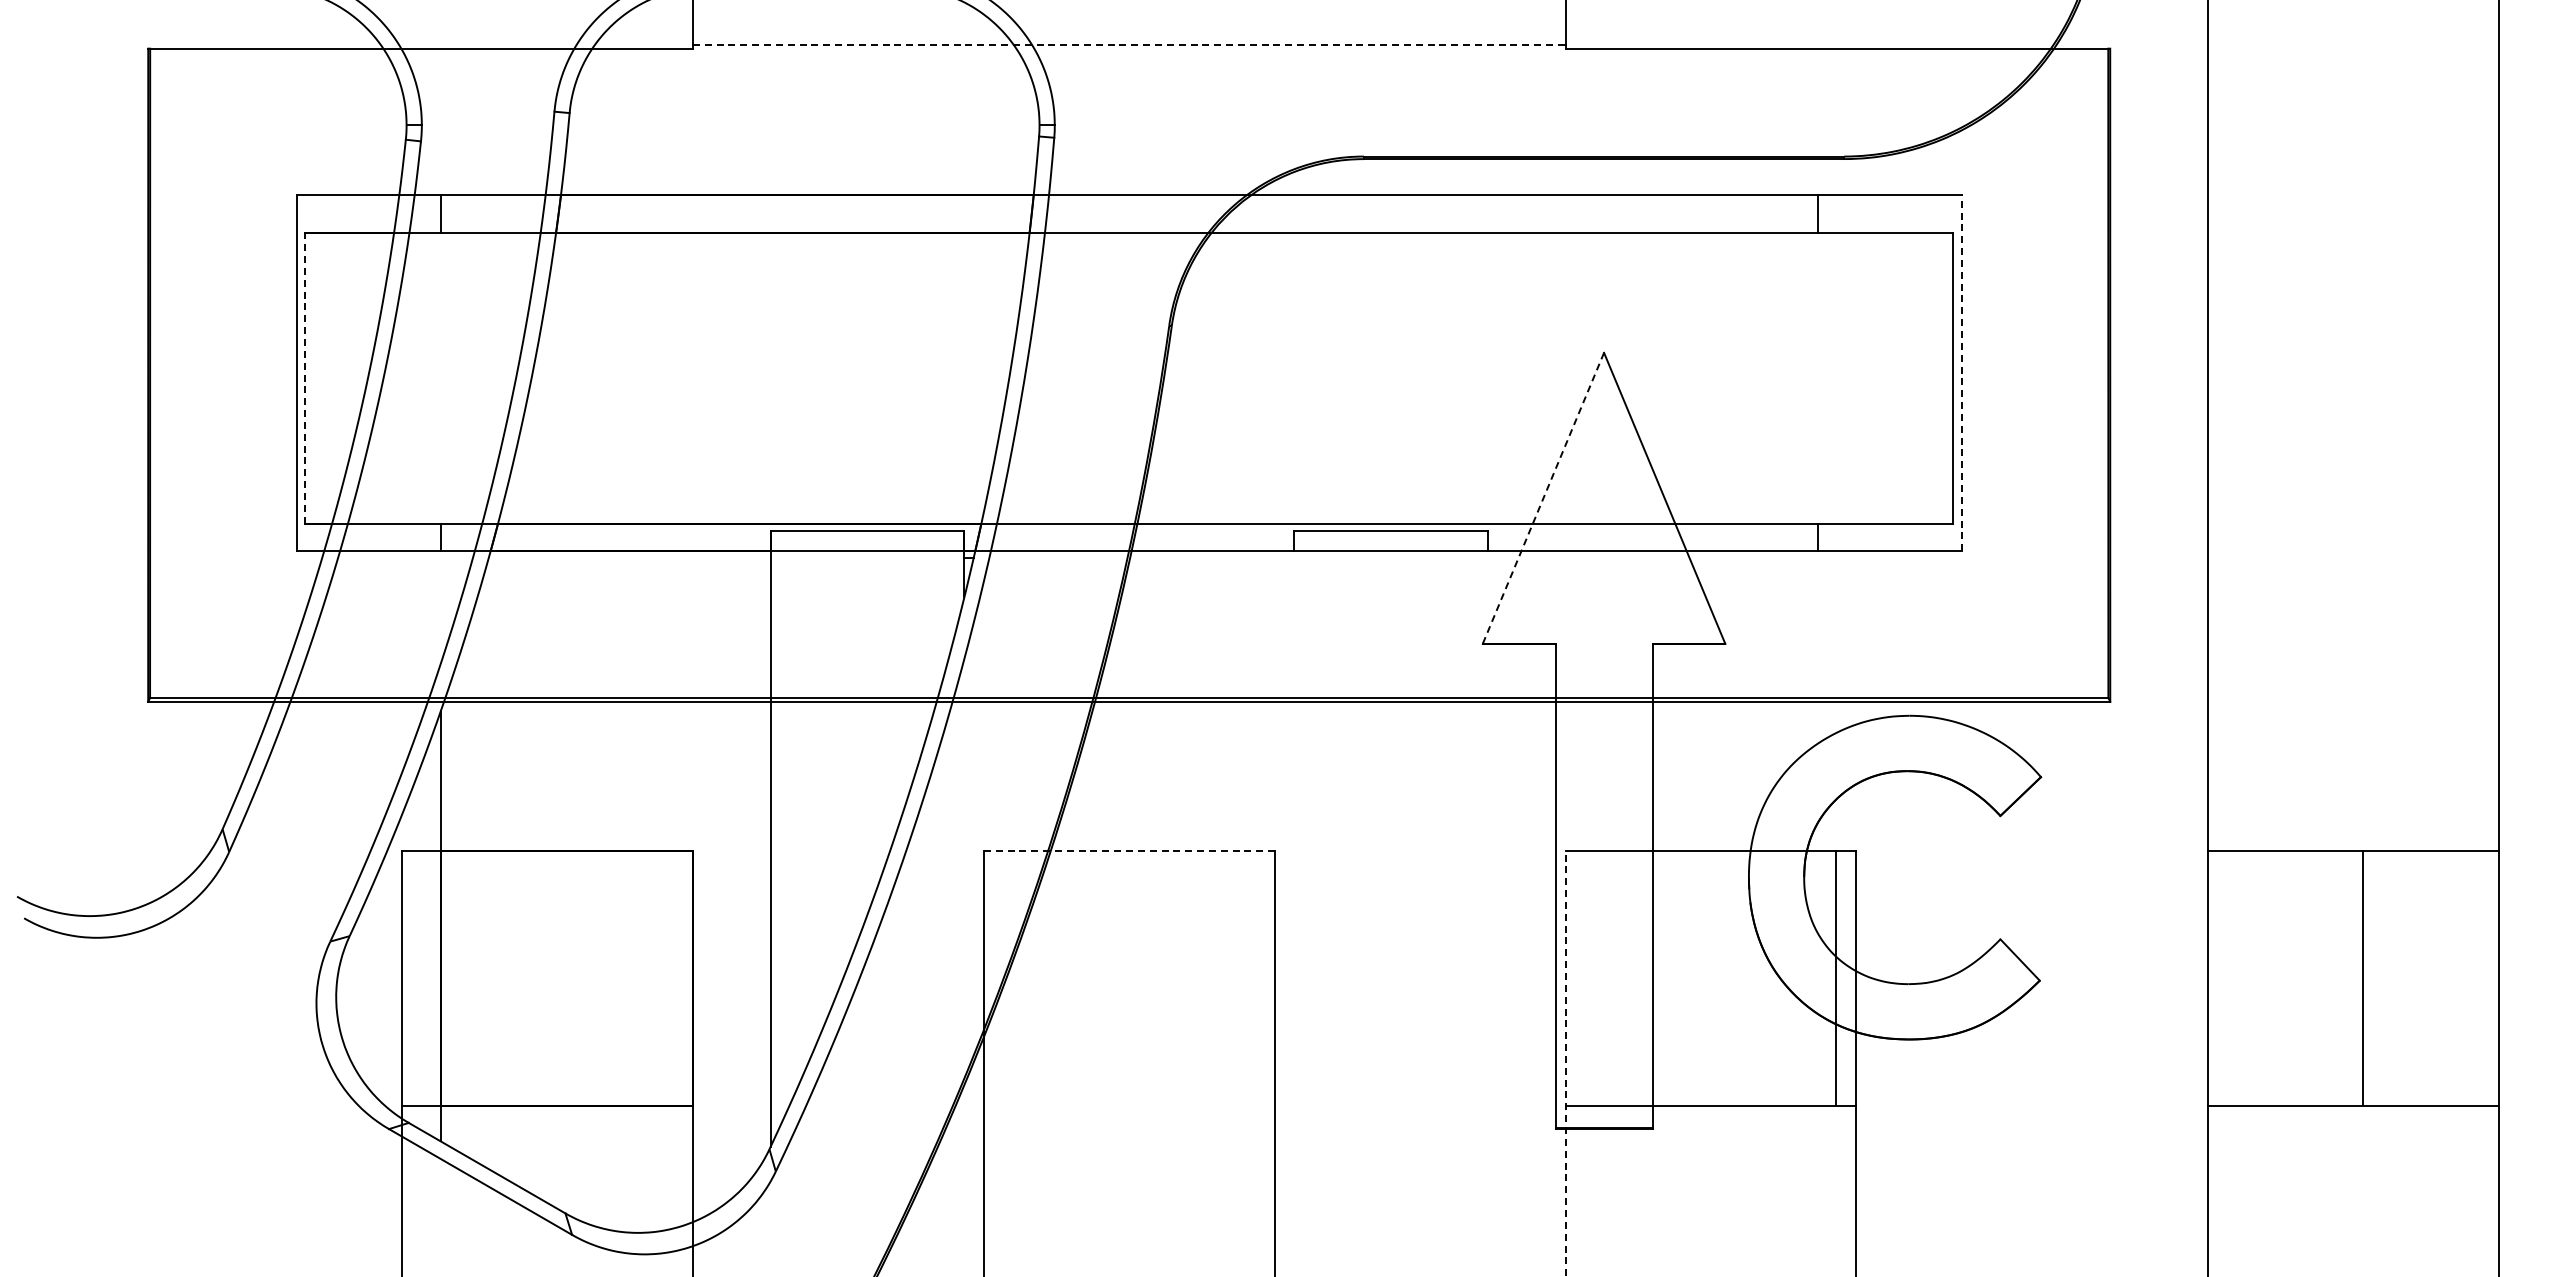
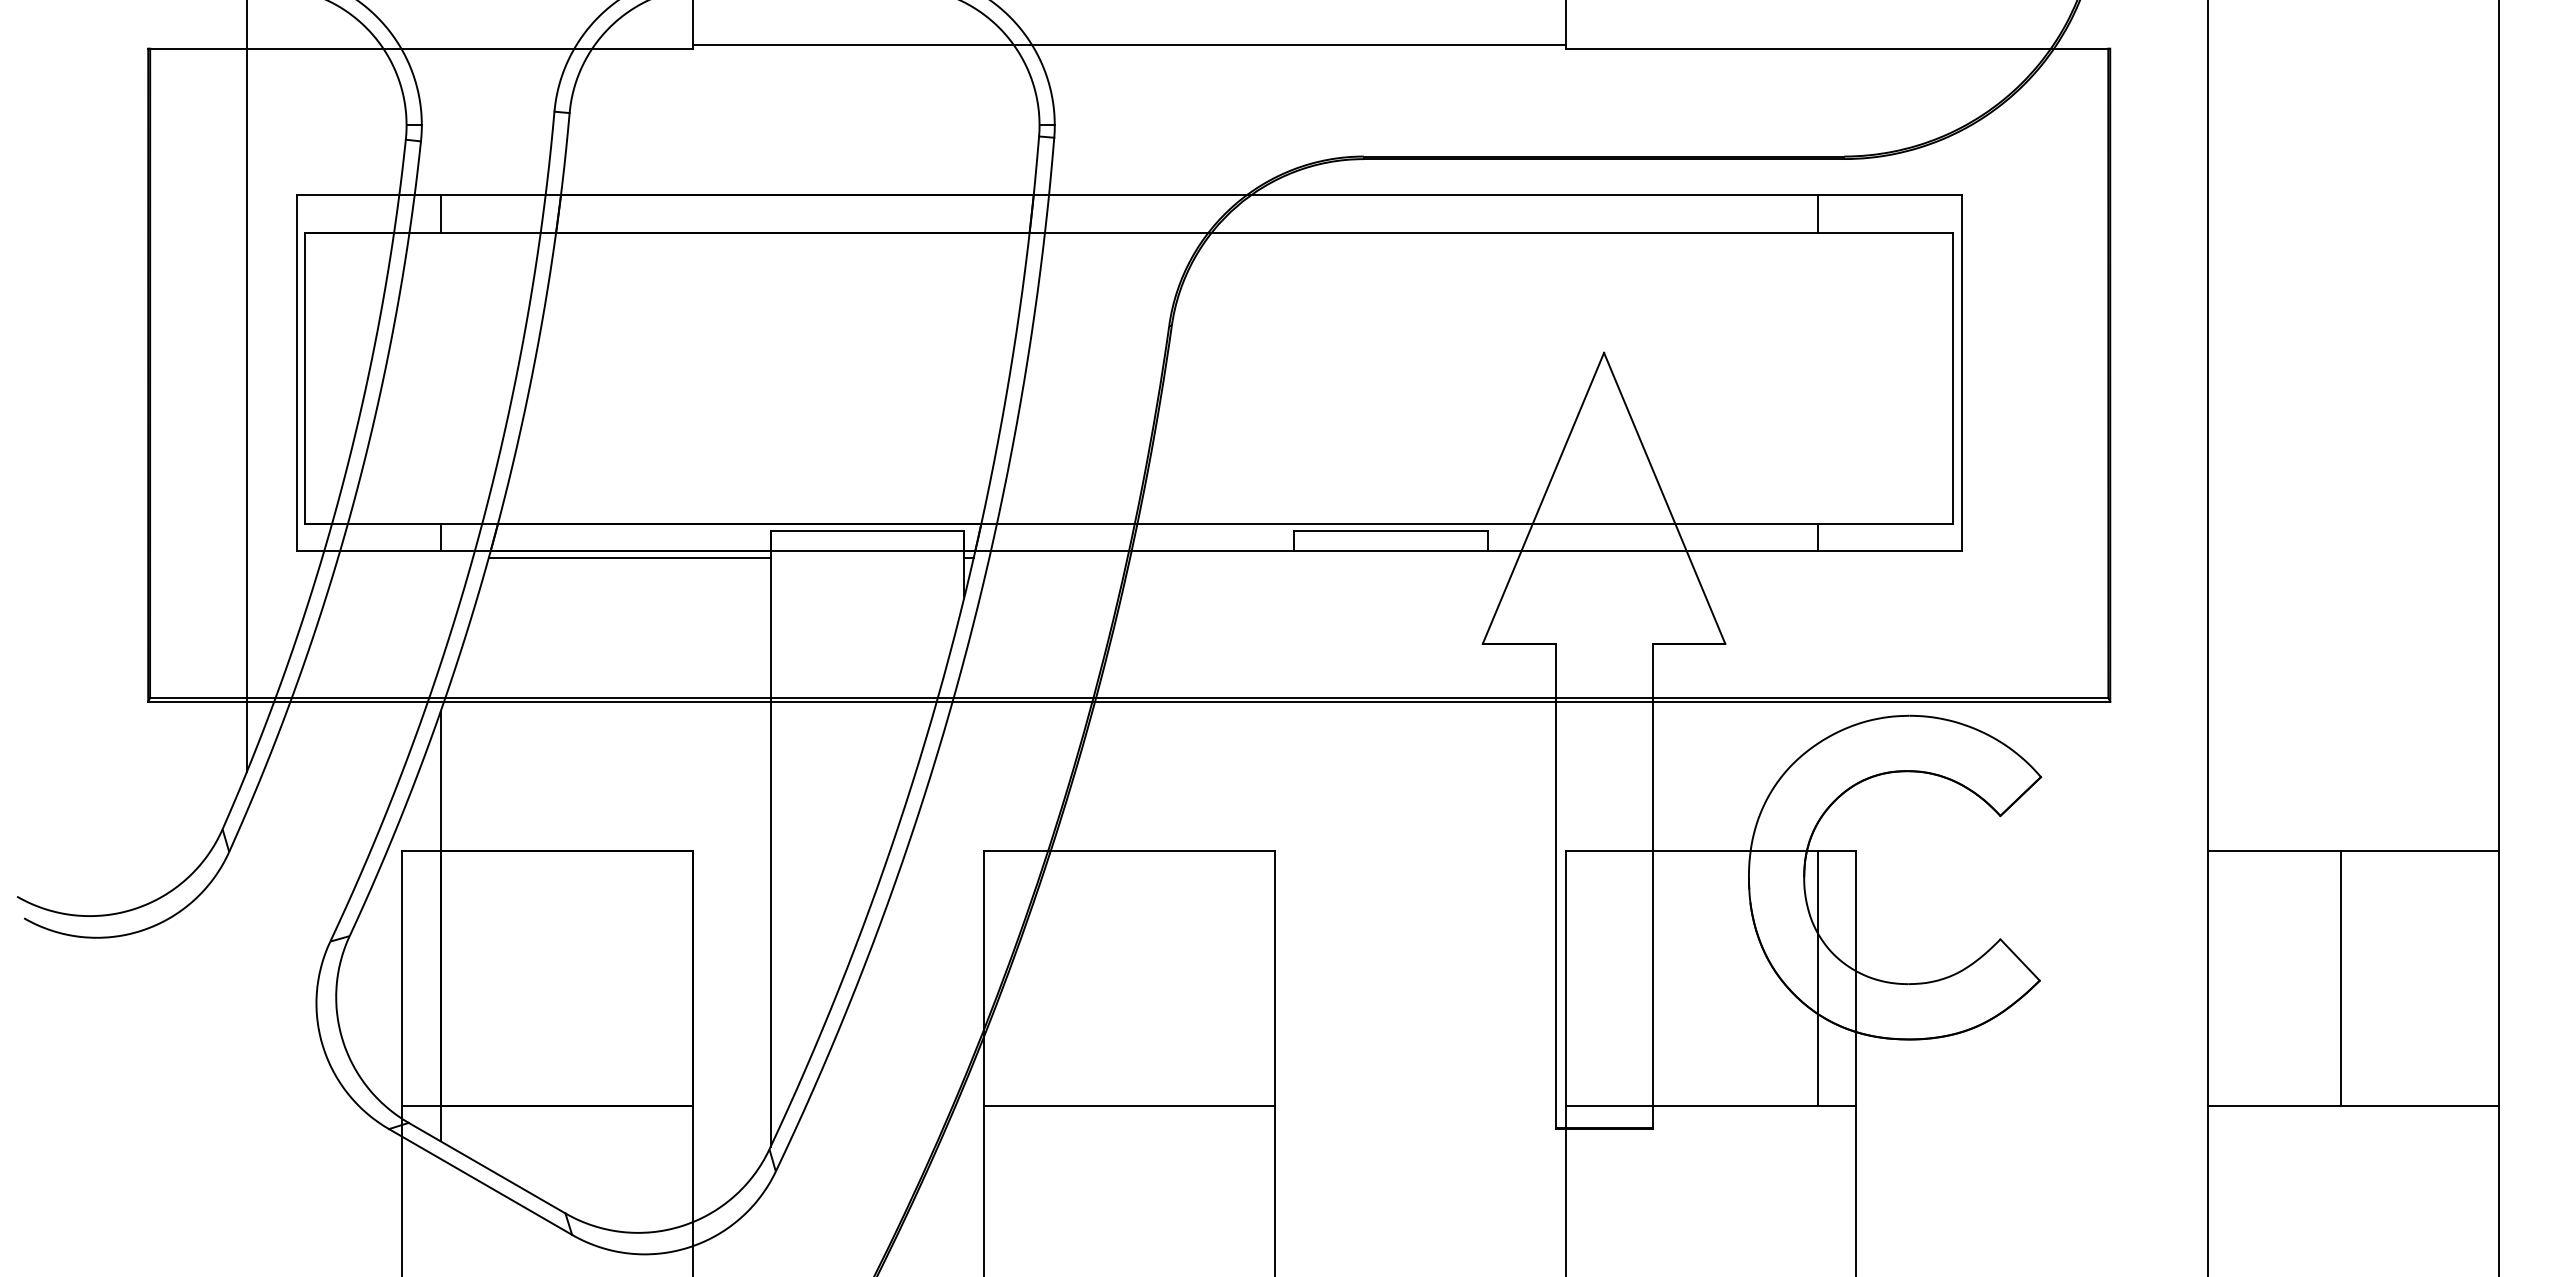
line at (1129, 45): dashed -> solid
line at (1961, 373): dashed -> solid
line at (305, 377): dashed -> solid
line at (246, 386): none -> present
line at (1543, 498): dashed -> solid
line at (629, 557): none -> present
line at (1129, 851): dashed -> solid
line at (1835, 978) position: (1835, 978) -> (1817, 978)
line at (2363, 978) position: (2363, 978) -> (2341, 978)
line at (1565, 1063): dashed -> solid
line at (1128, 1105): none -> present
